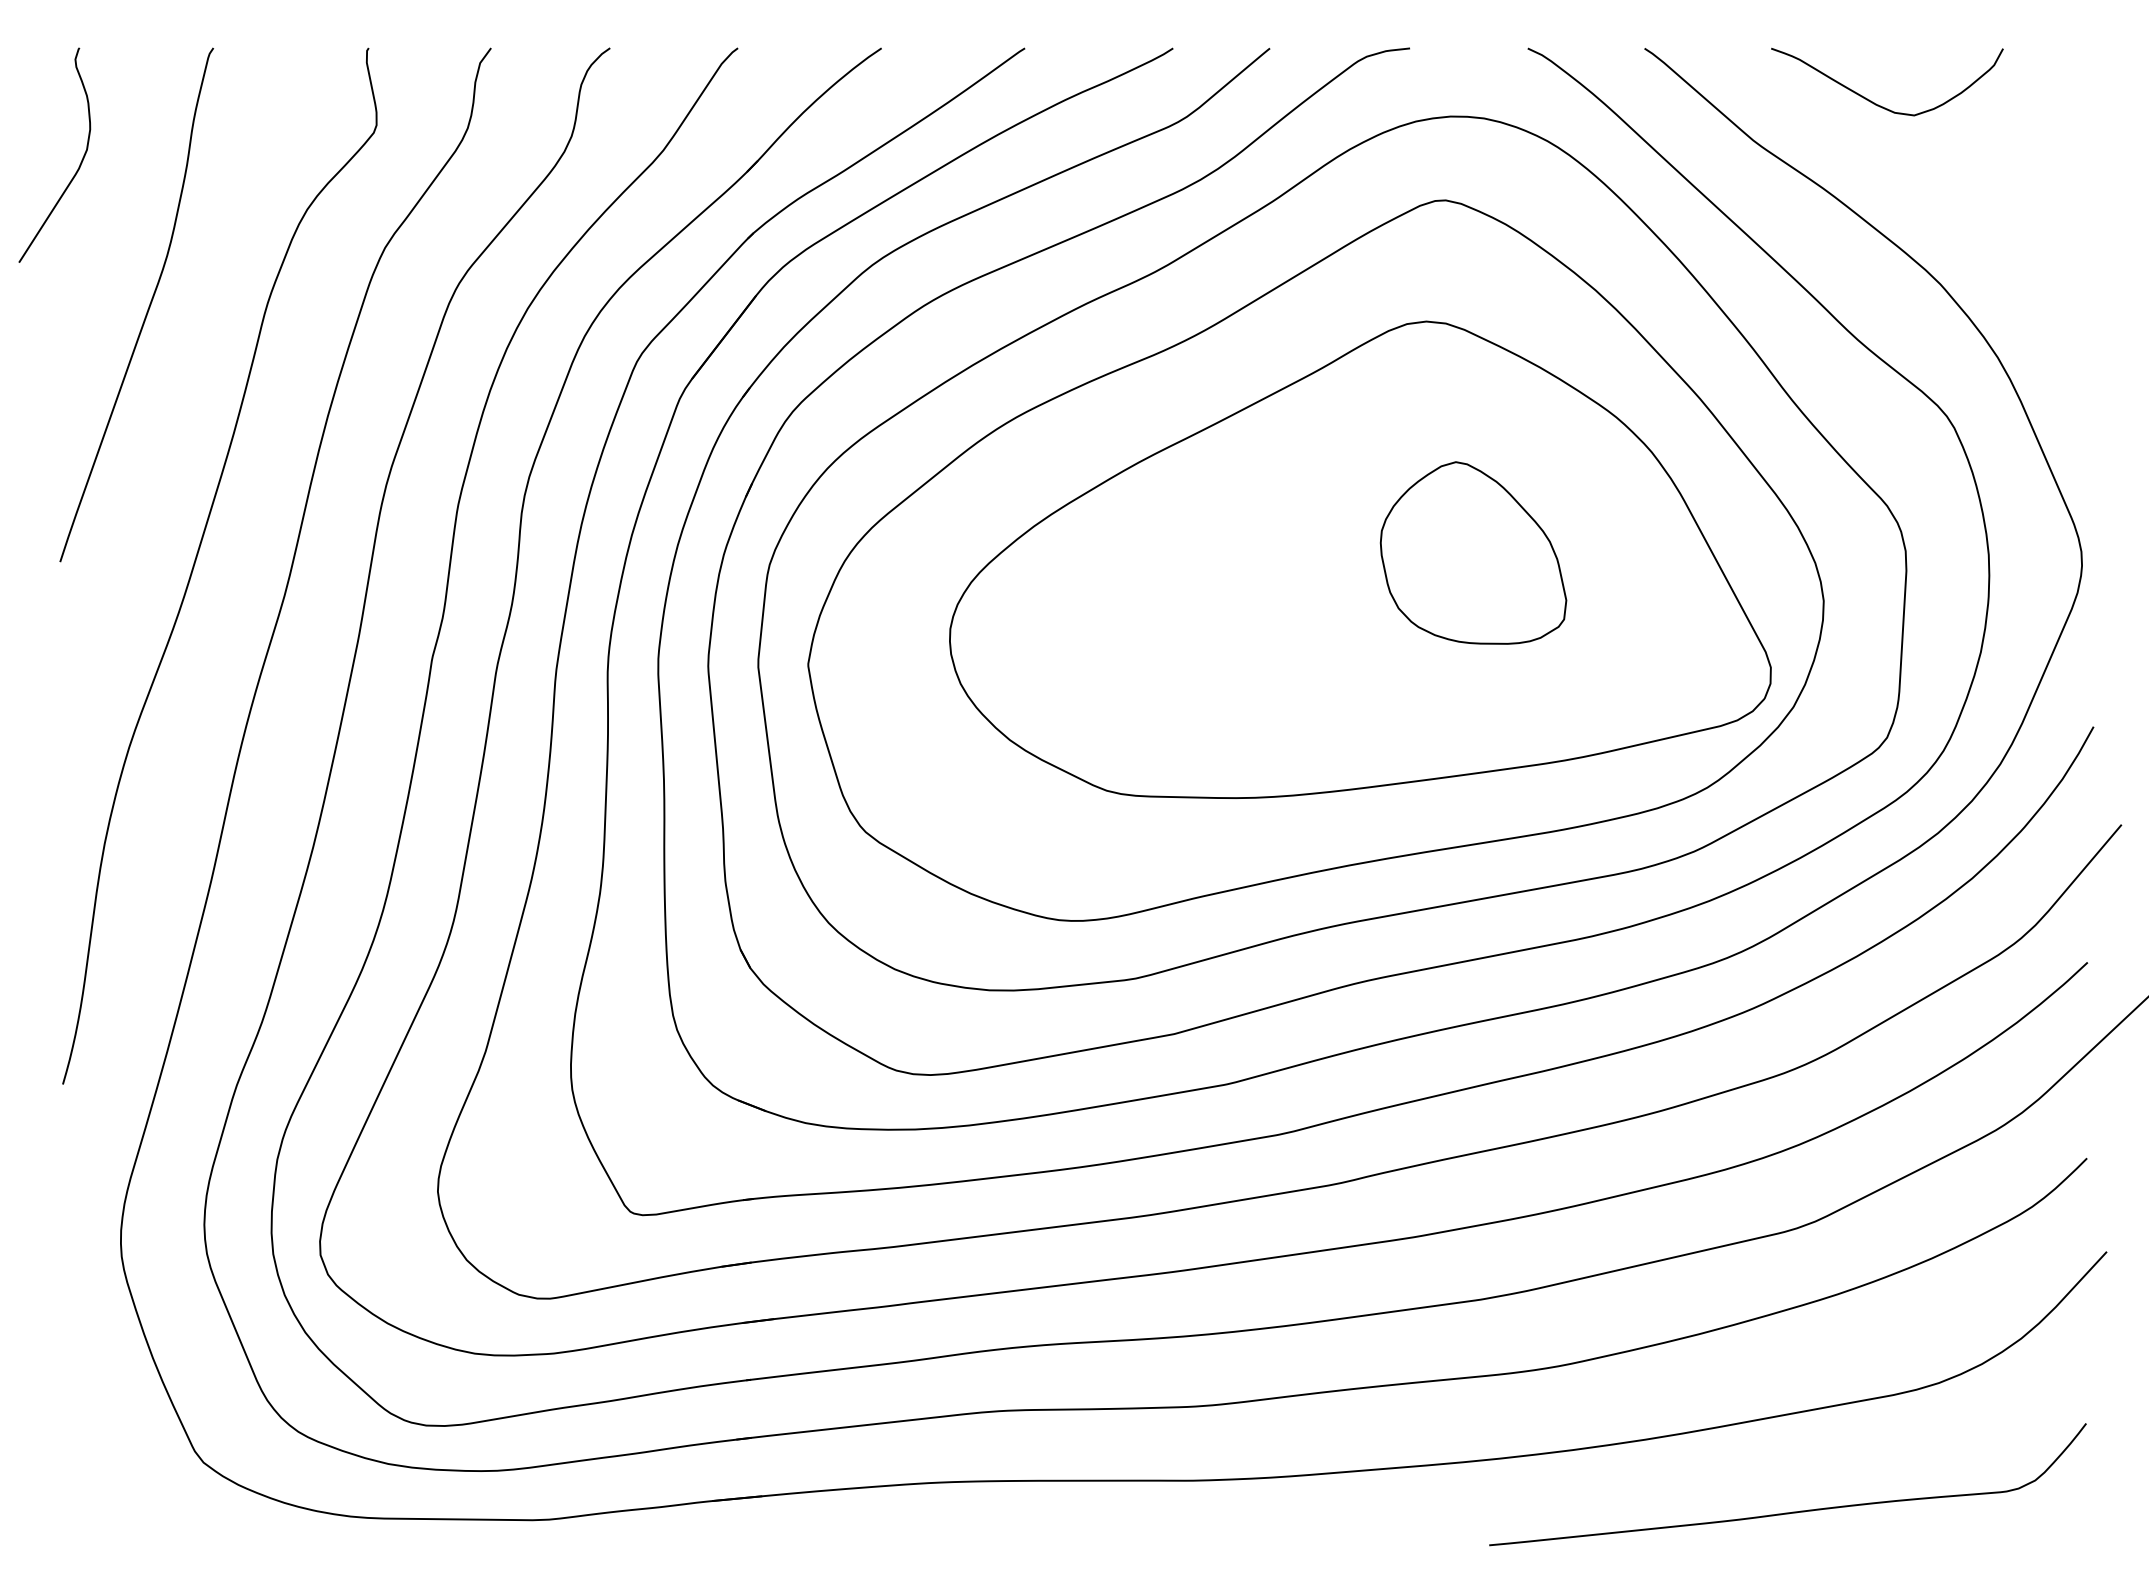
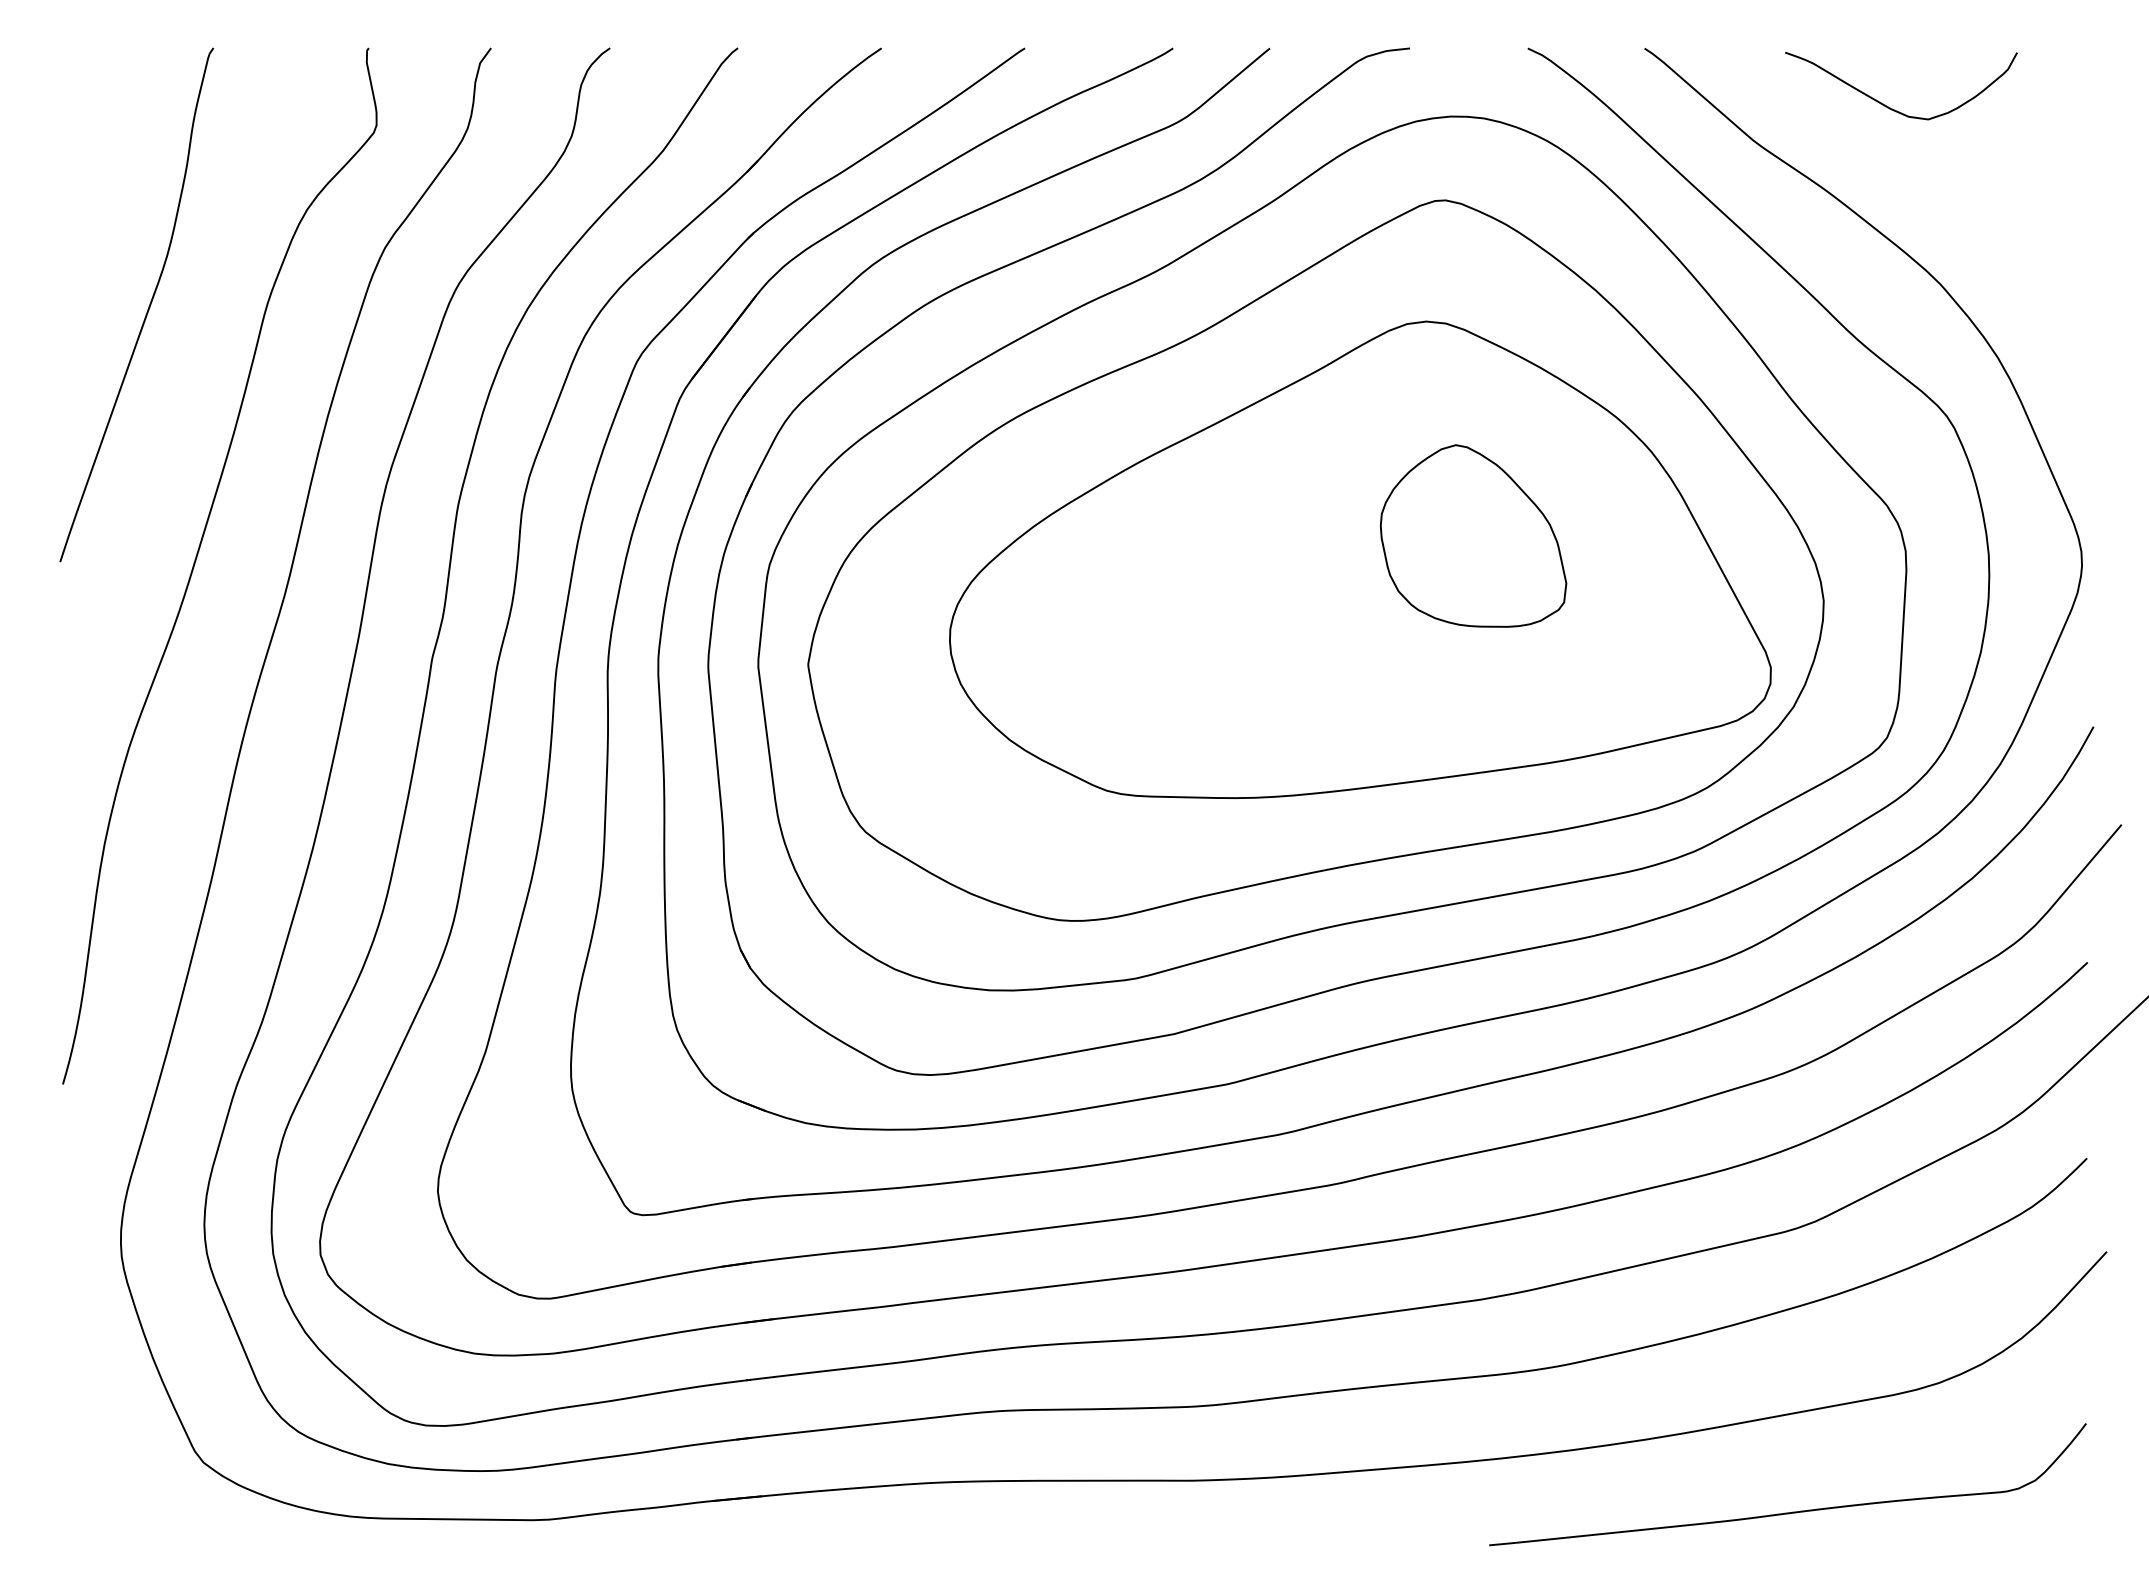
curve at (1876, 103) position: (1876, 103) -> (1890, 107)
curve at (78, 166): present -> none
part at (1473, 552) position: (1473, 552) -> (1473, 535)
